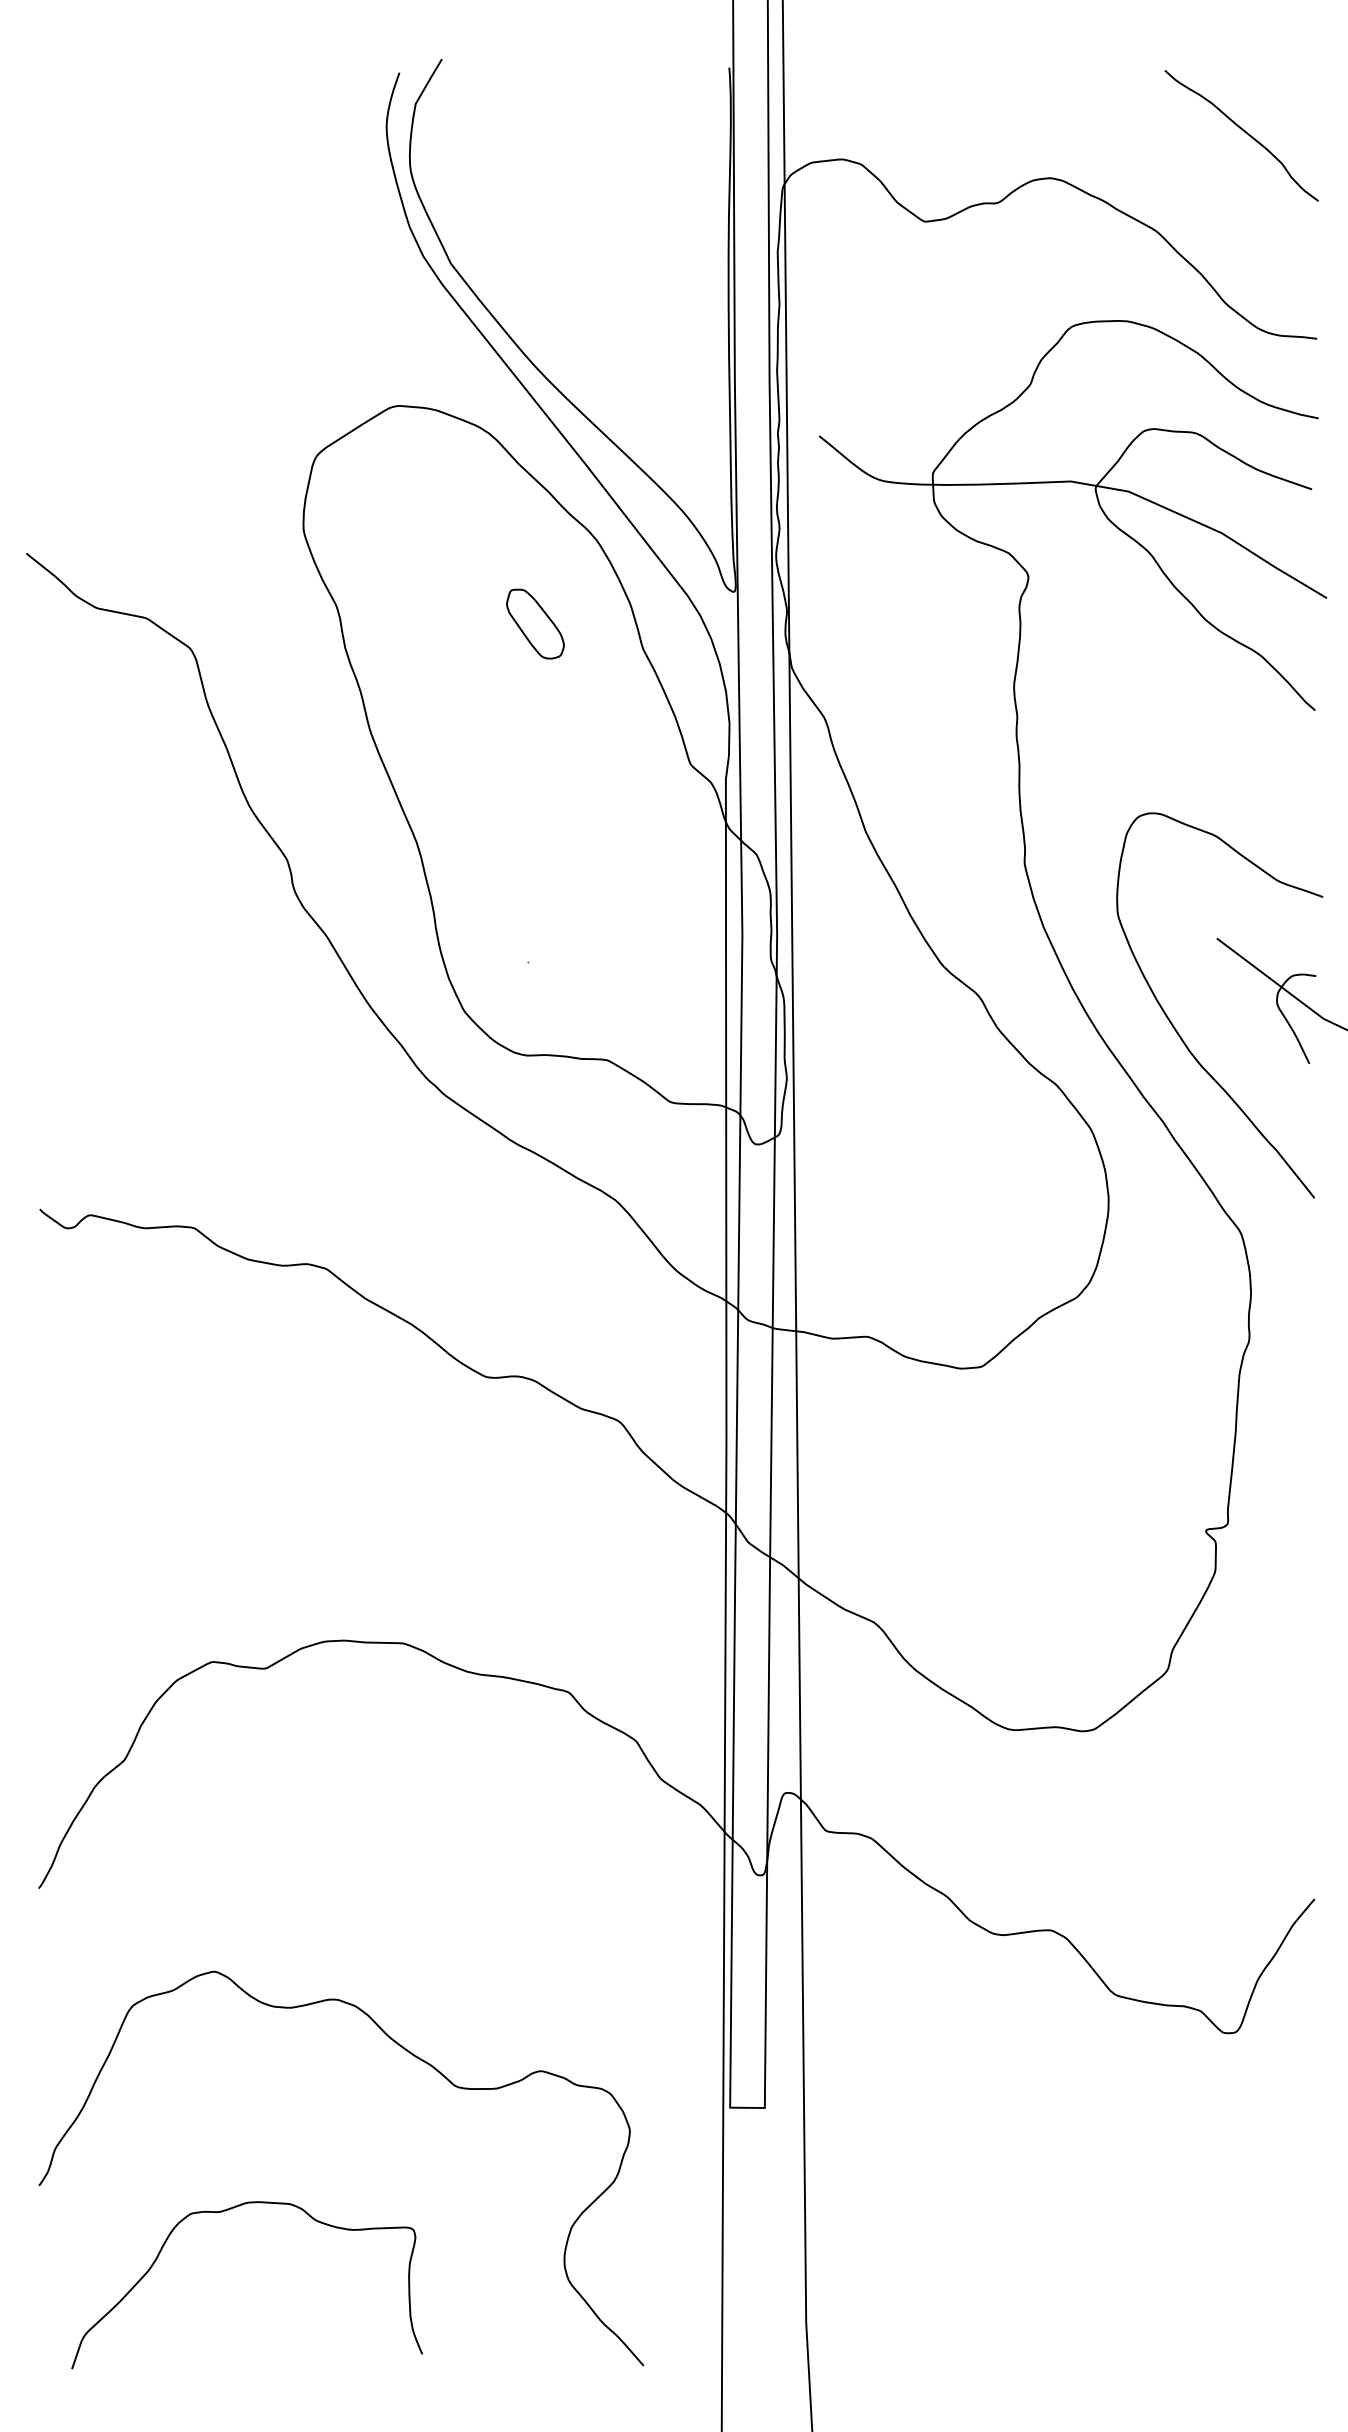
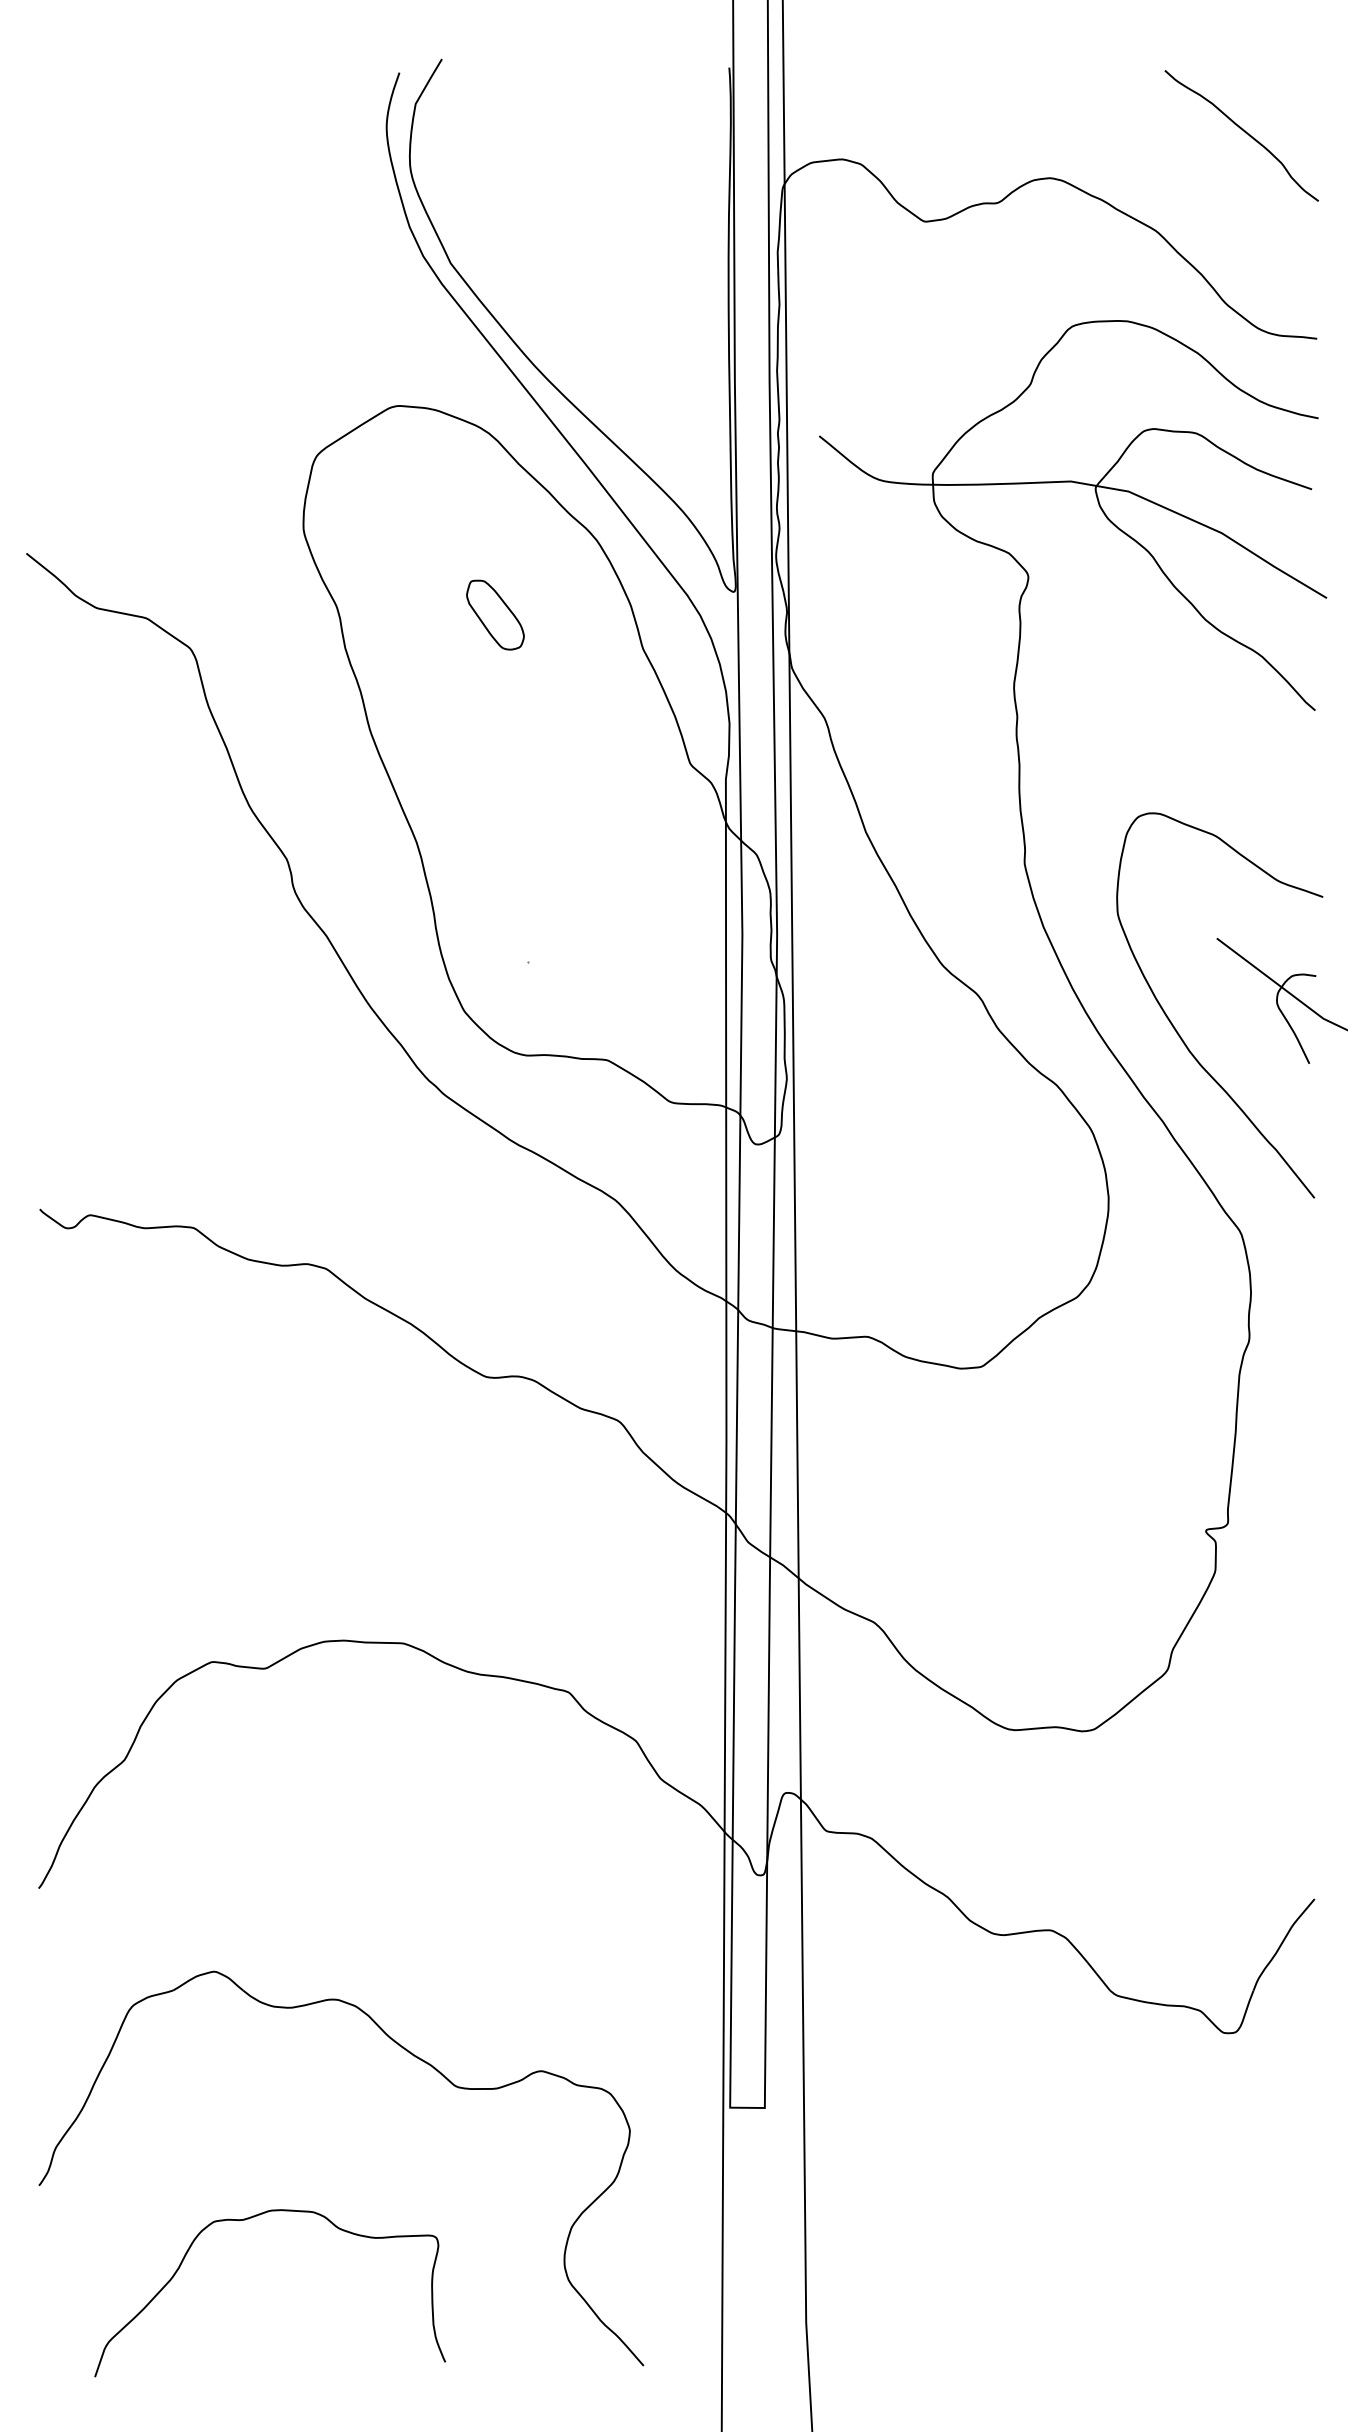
part at (535, 623) position: (535, 623) -> (495, 614)
curve at (222, 2212) position: (222, 2212) -> (245, 2220)
